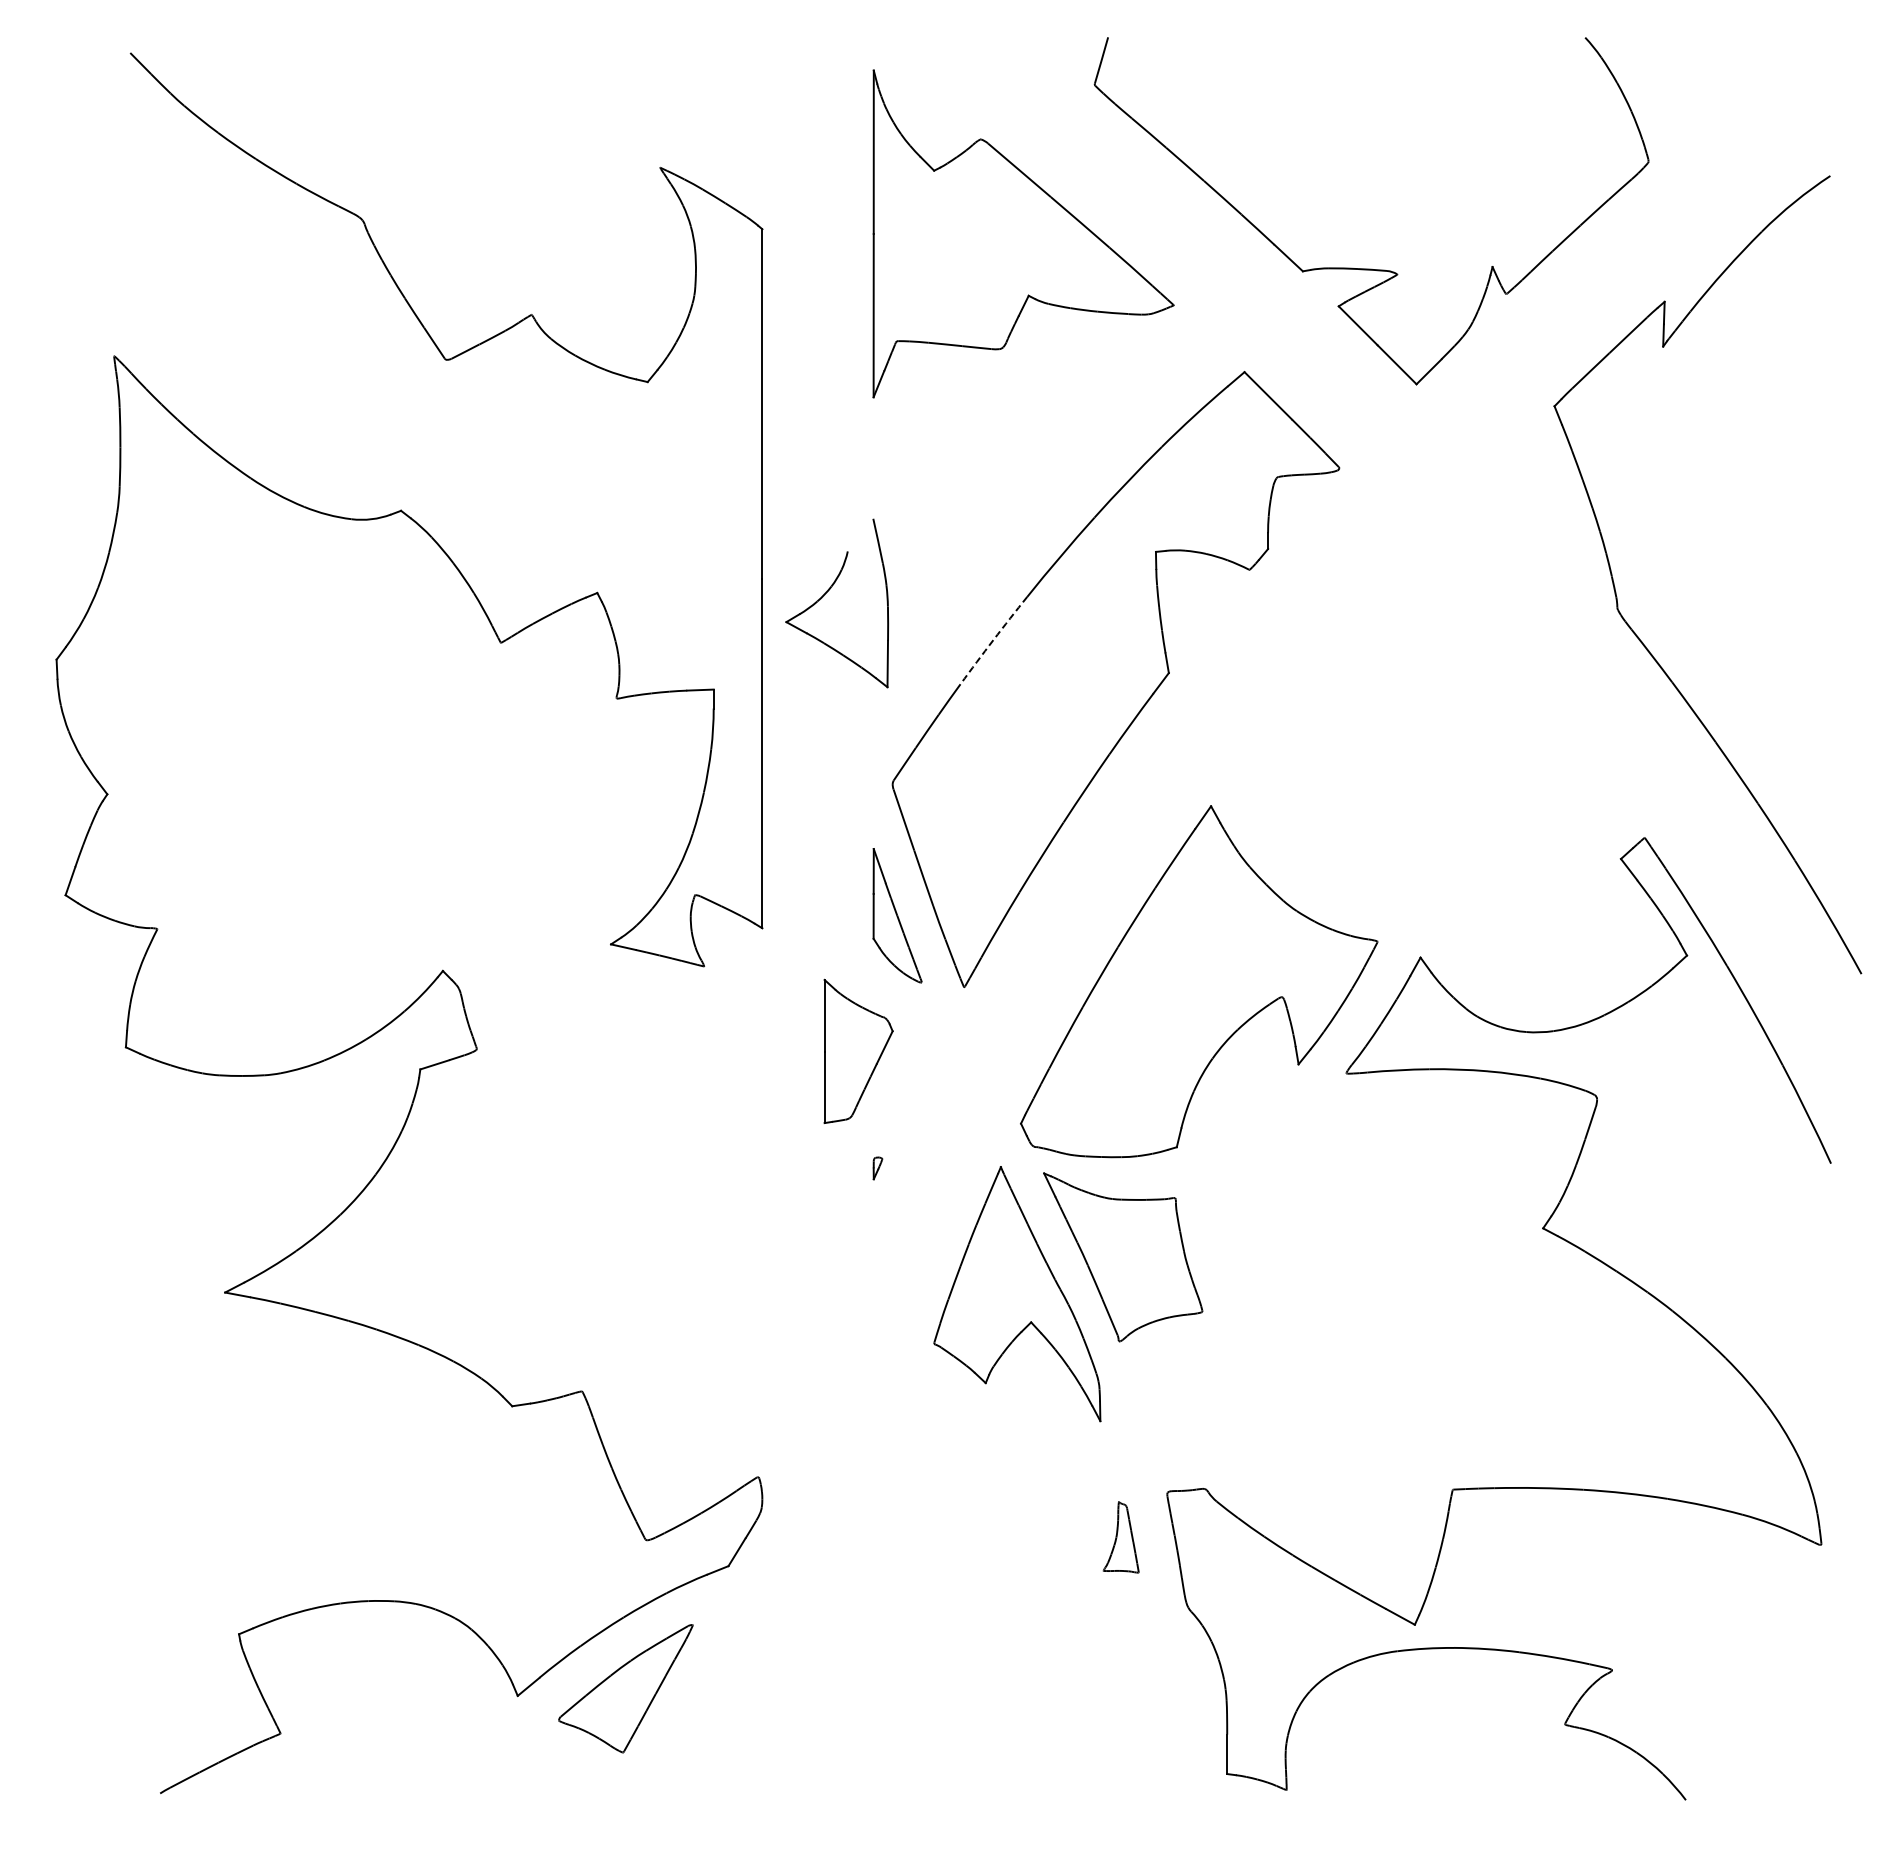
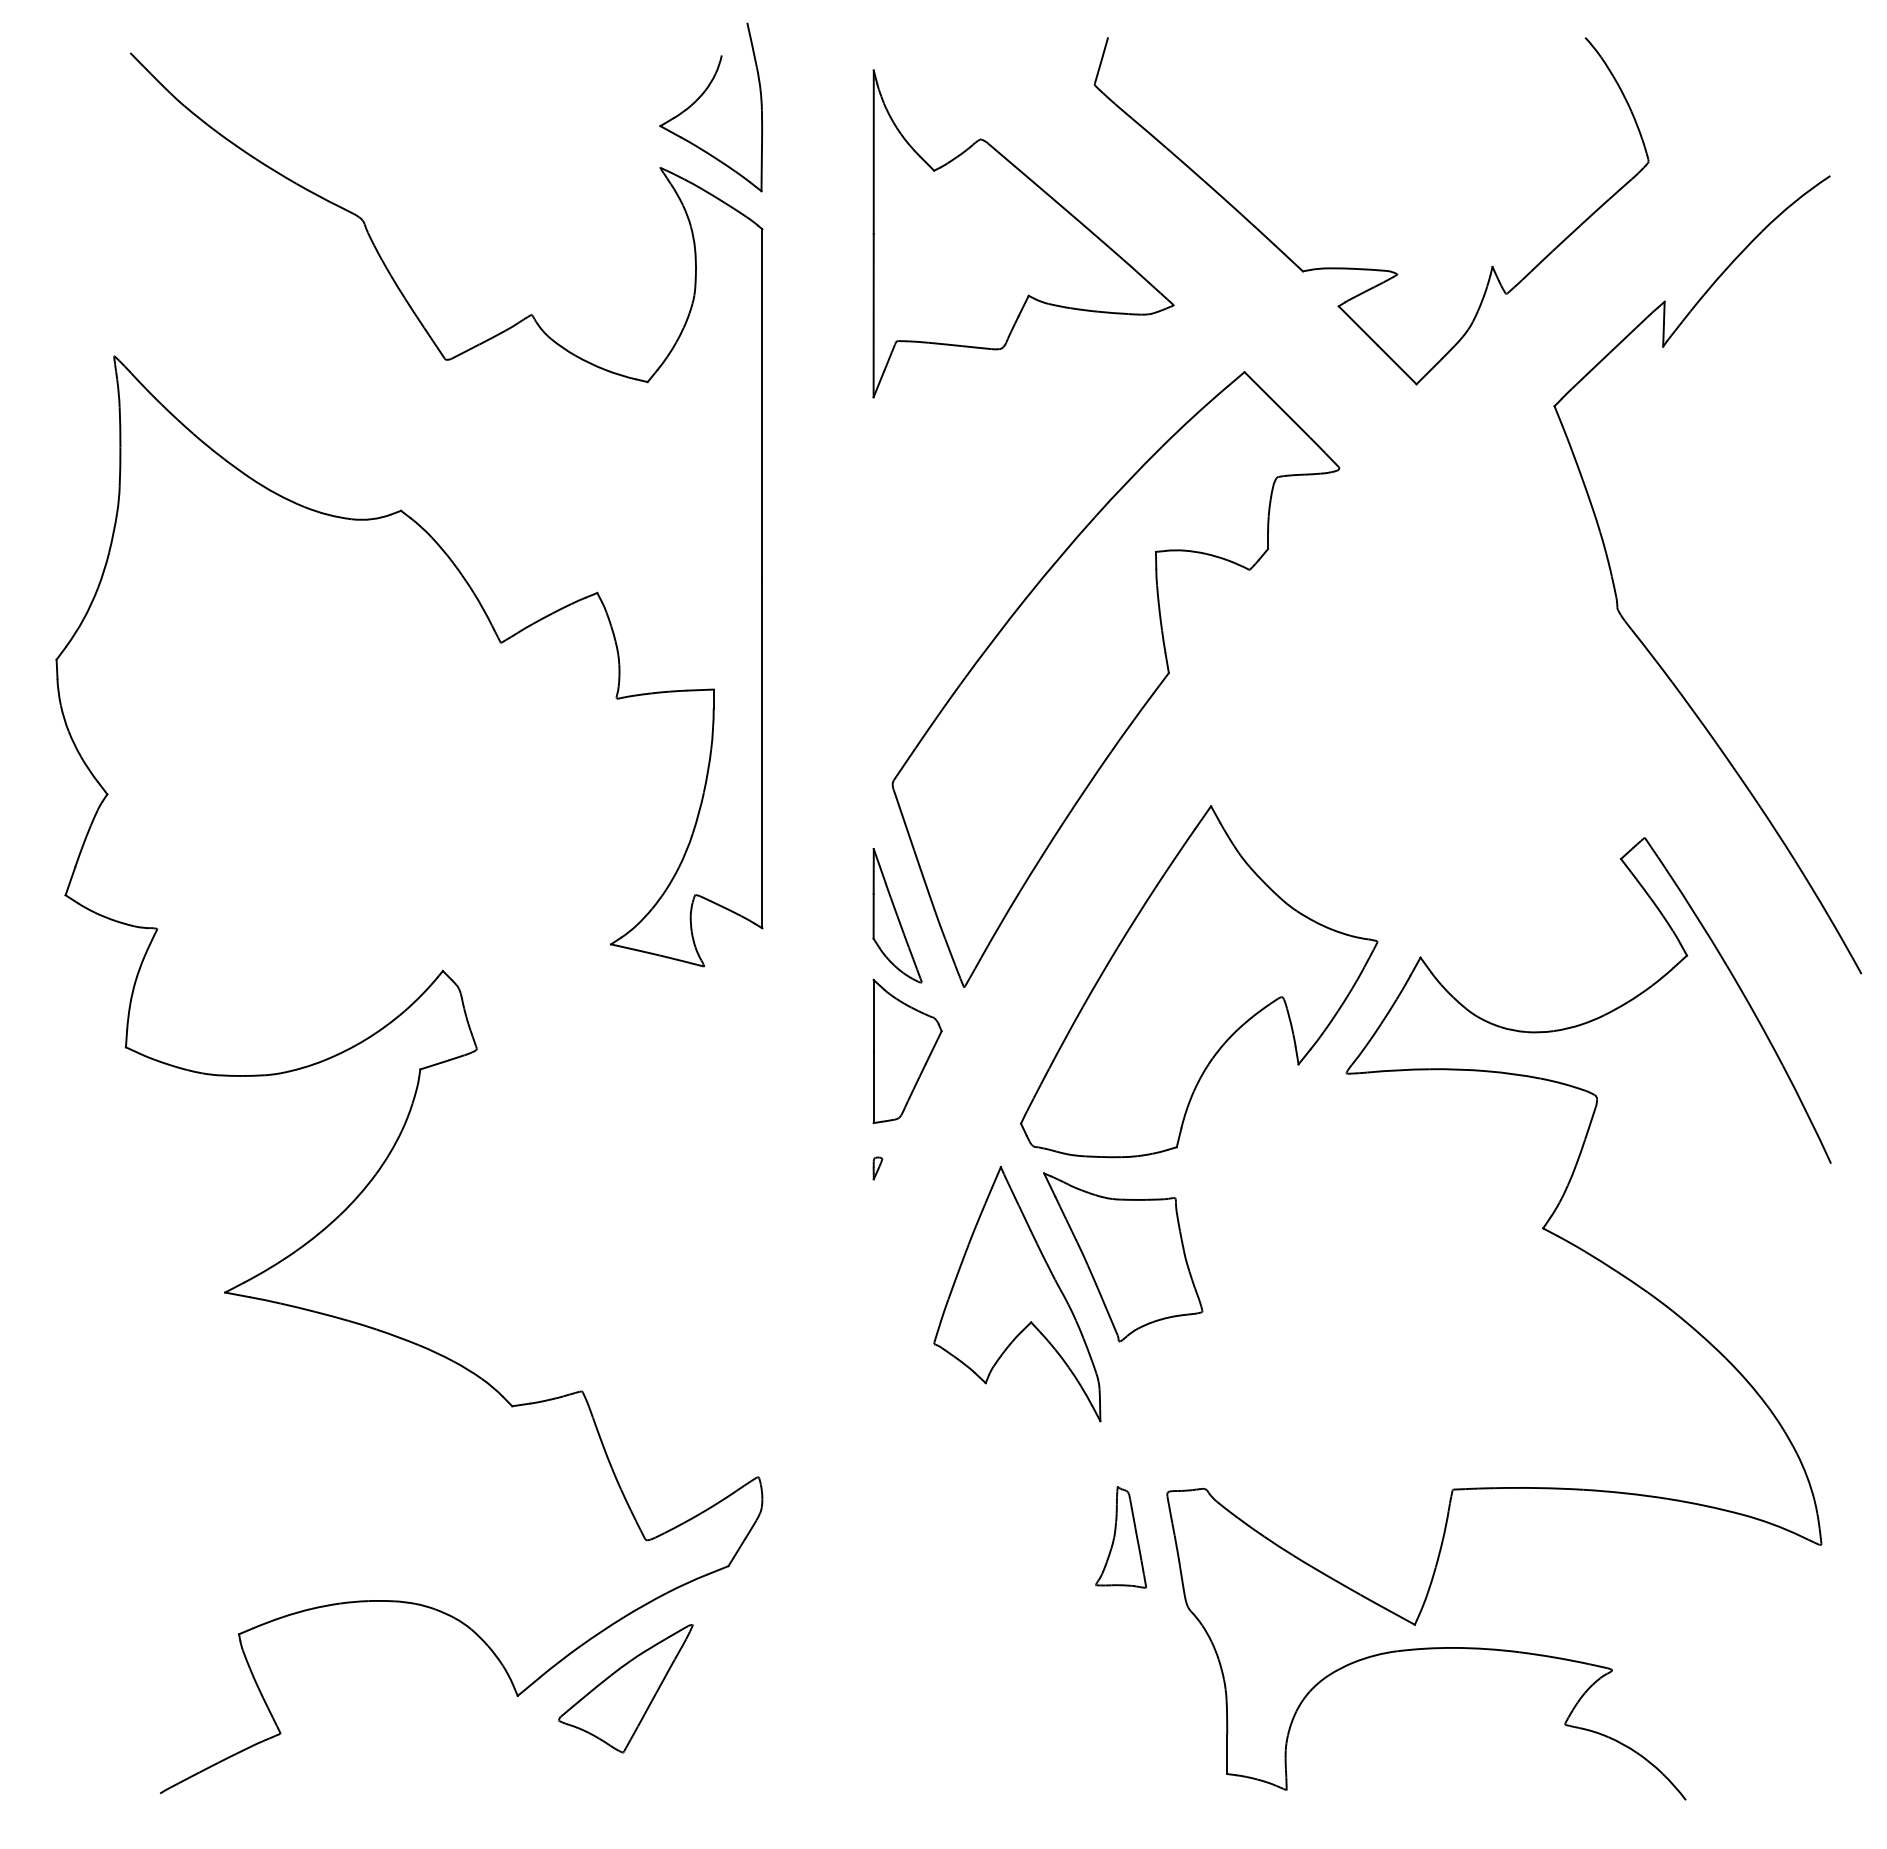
part at (827, 592) position: (827, 592) -> (701, 96)
arc at (993, 640): dashed -> solid
part at (858, 1050) position: (858, 1050) -> (907, 1050)
part at (1120, 1537) size: 38x73 px -> 53x103 px
